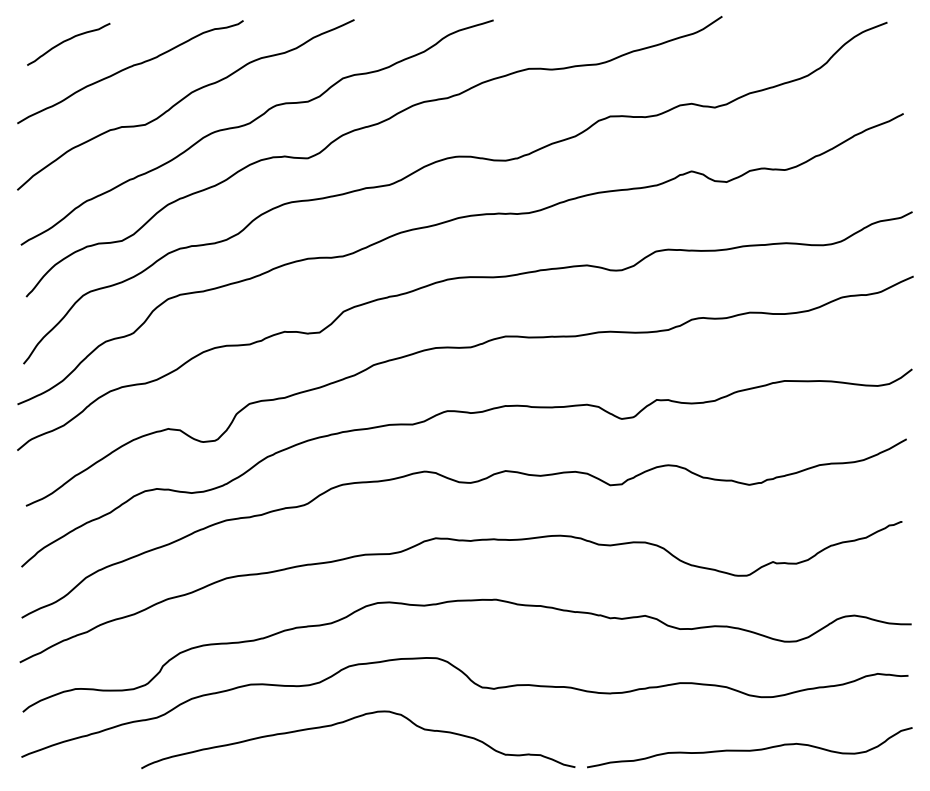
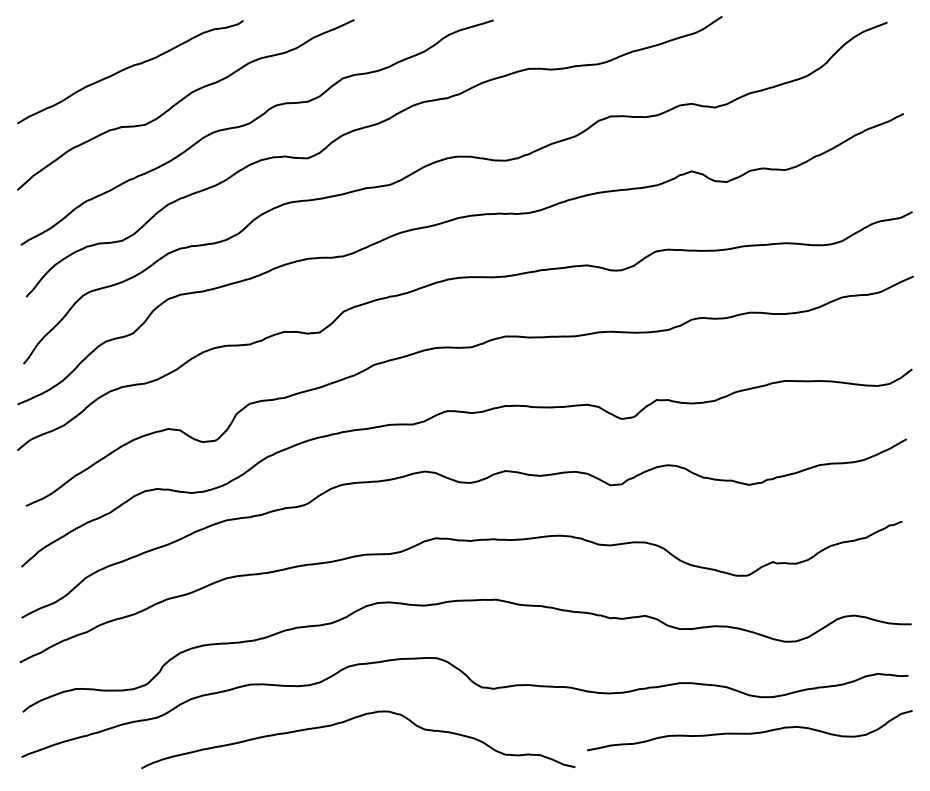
curve at (66, 41): present -> none
curve at (749, 749) position: (749, 749) -> (749, 732)
